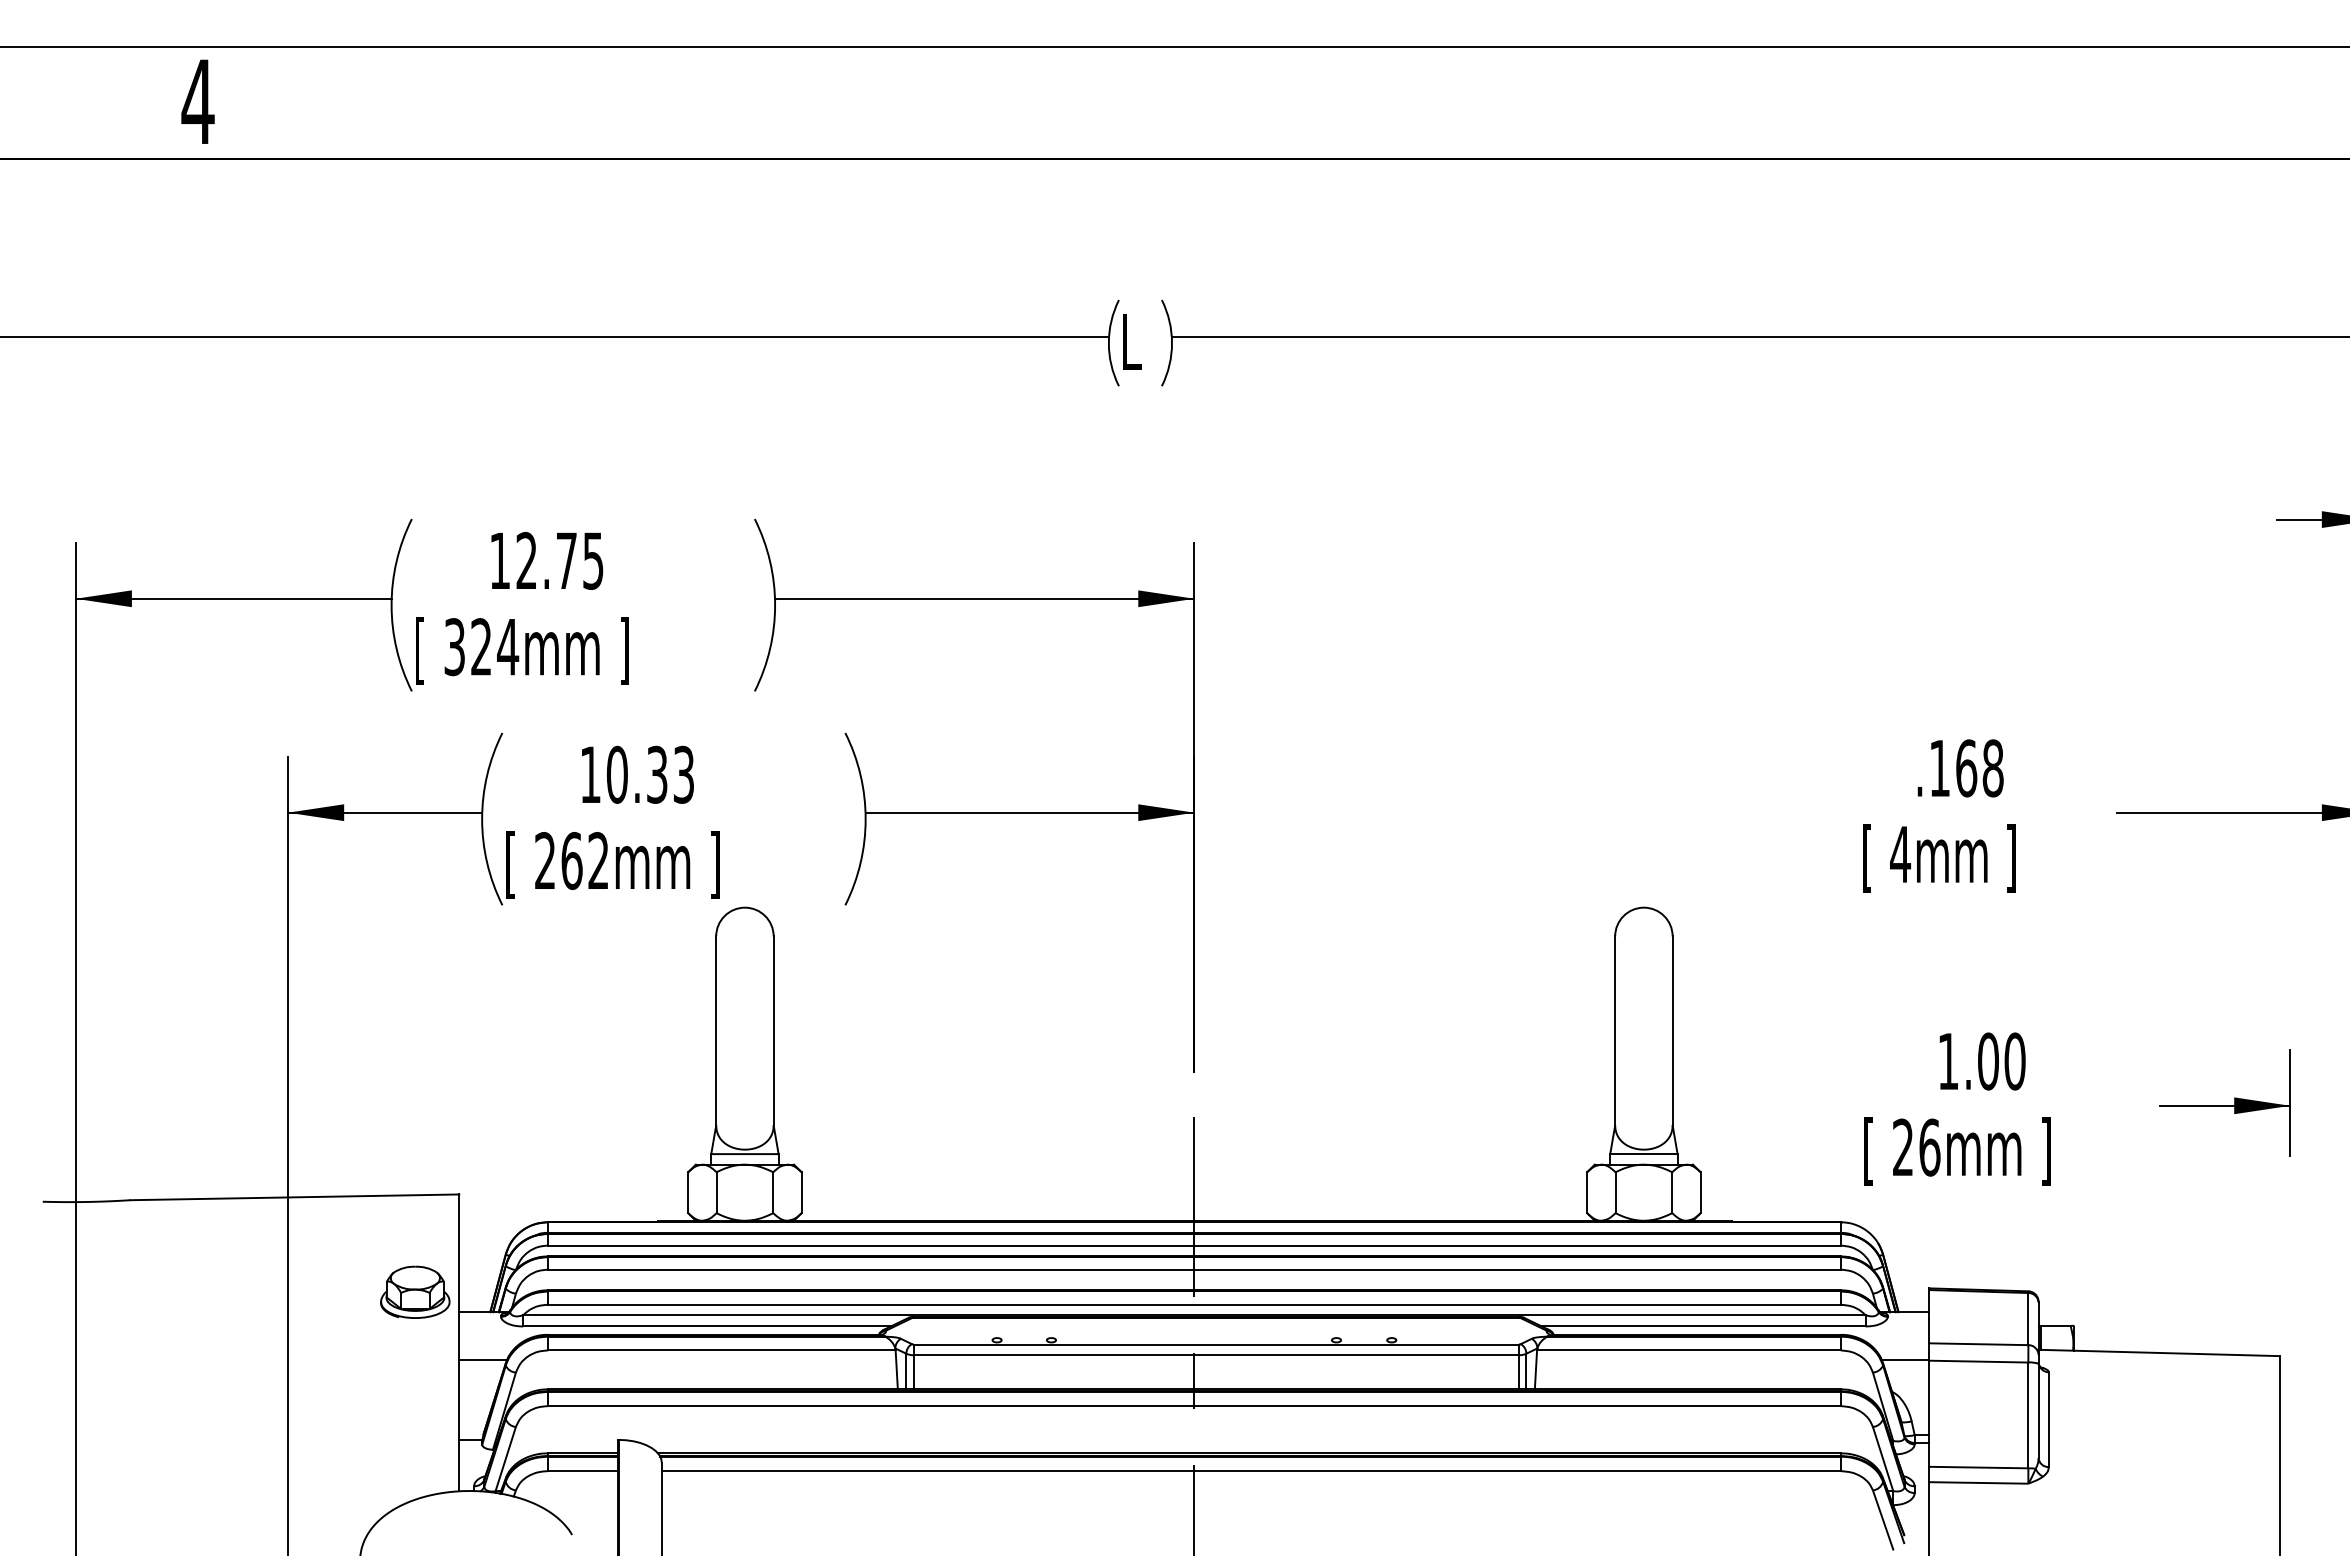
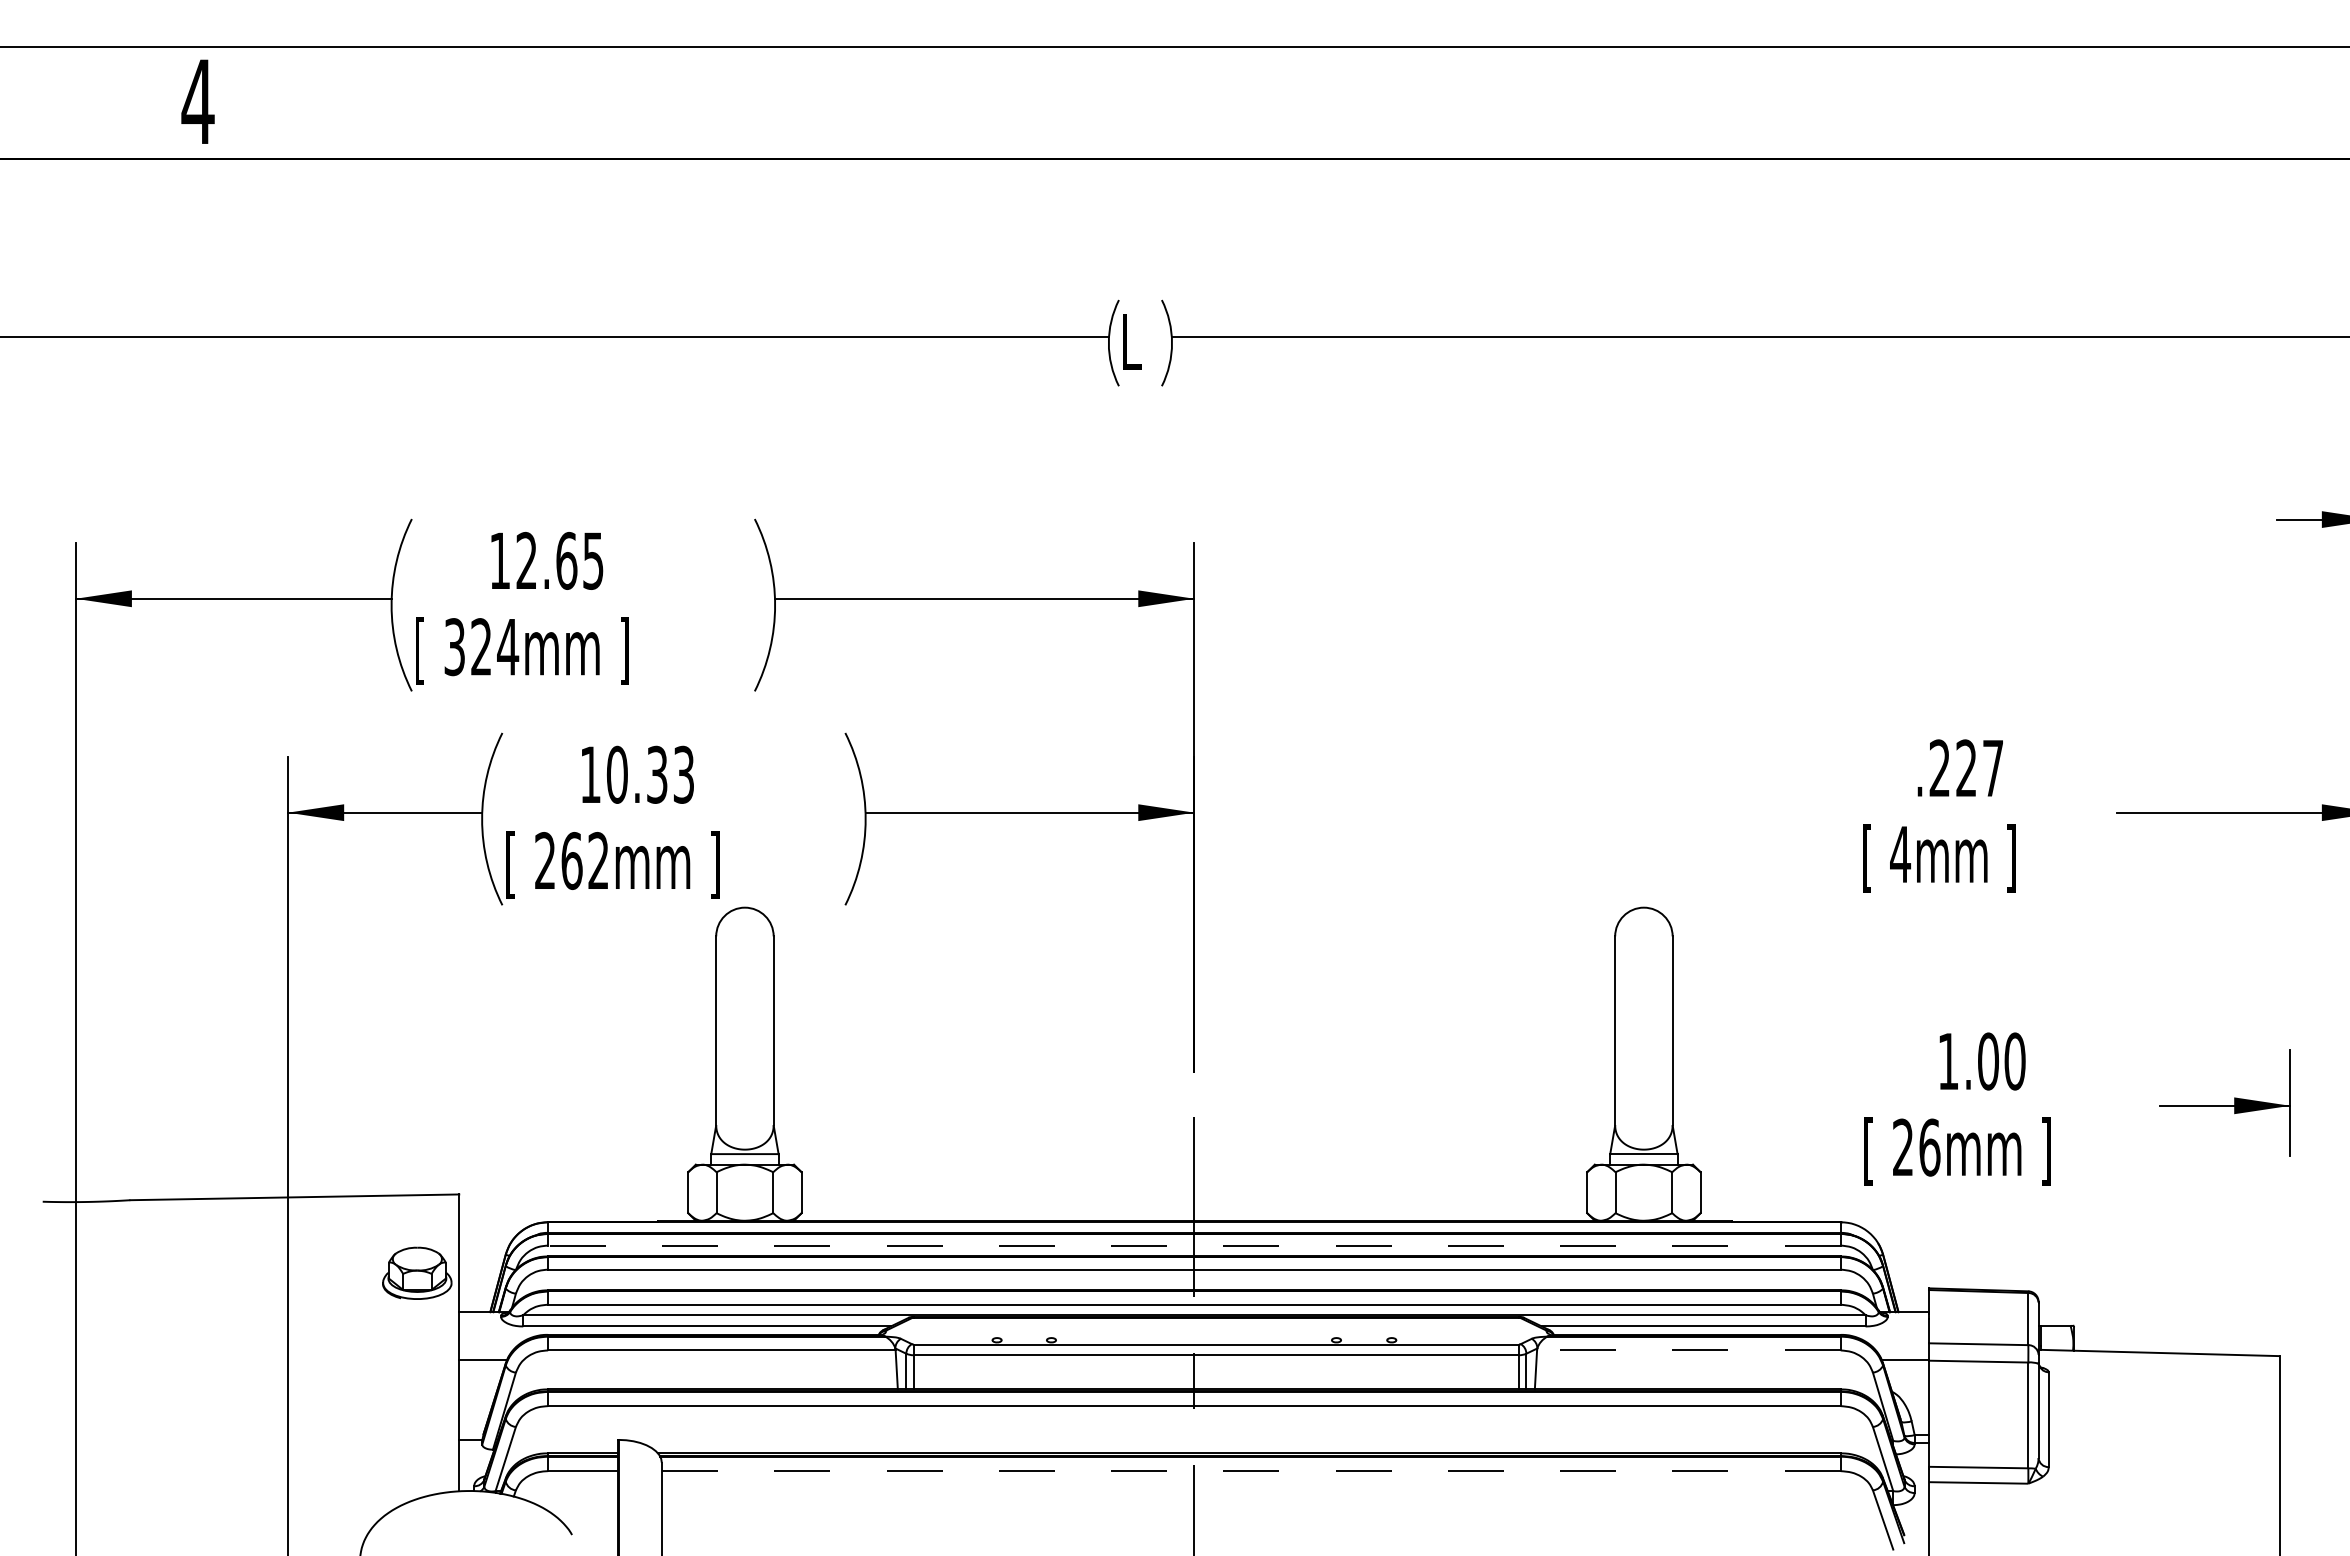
text at (566, 560): 12.75 -> 12.65
text at (1966, 768): .168 -> .227
line at (1193, 1245): solid -> dashed
part at (415, 1291) position: (415, 1291) -> (417, 1272)
line at (1688, 1350): solid -> dashed
line at (1250, 1471): solid -> dashed
